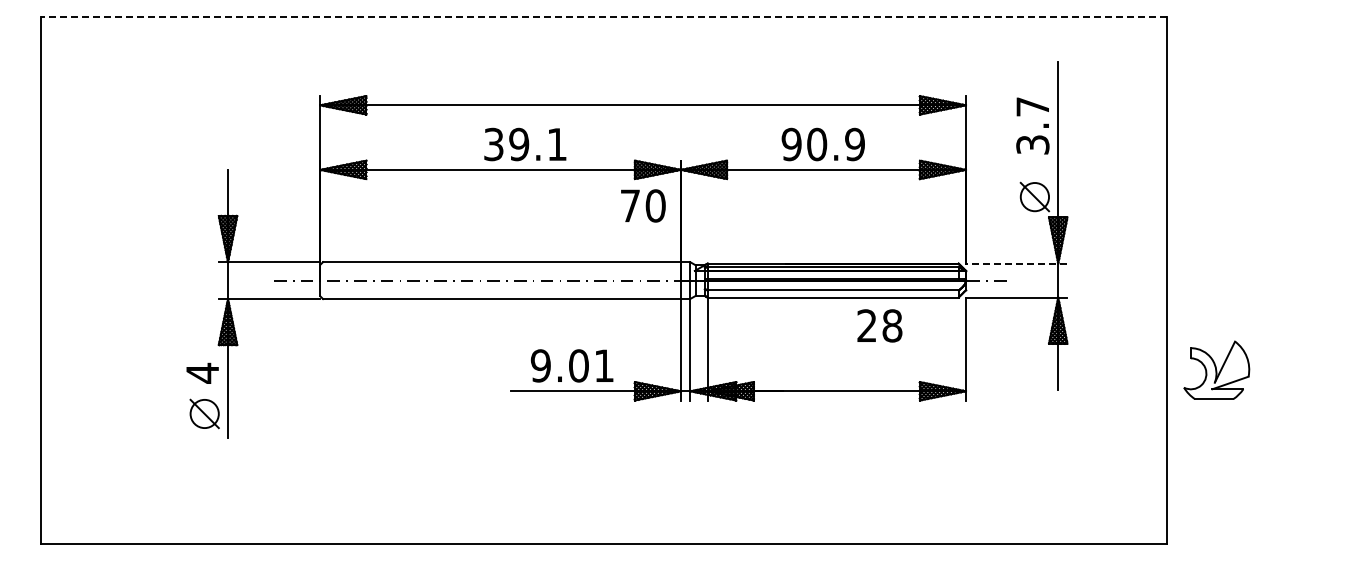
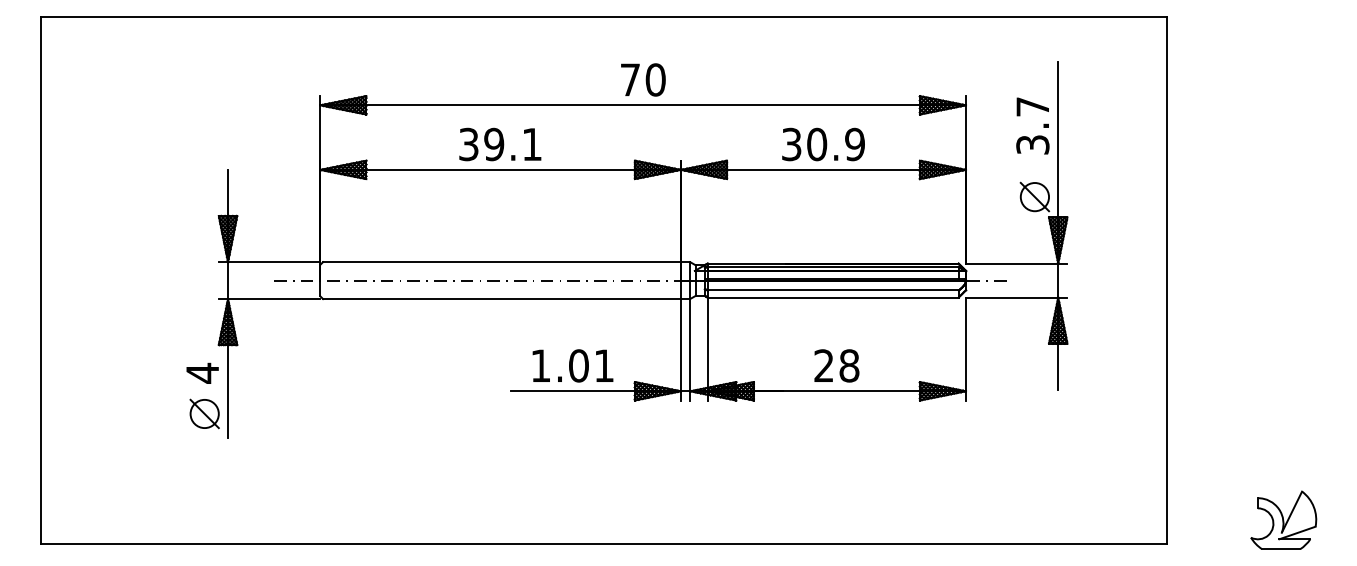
line at (603, 16): dashed -> solid
text at (525, 144) position: (525, 144) -> (500, 144)
text at (791, 144): 90.9 -> 30.9
text at (643, 205) position: (643, 205) -> (643, 79)
line at (1016, 263): dashed -> solid
text at (879, 325) position: (879, 325) -> (836, 365)
text at (540, 365): 9.01 -> 1.01
part at (1216, 369) position: (1216, 369) -> (1283, 519)
